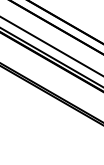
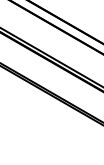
line at (51, 45): present -> none
